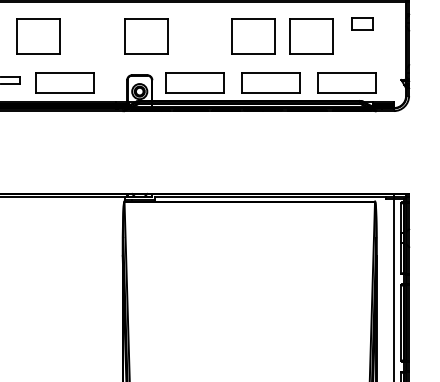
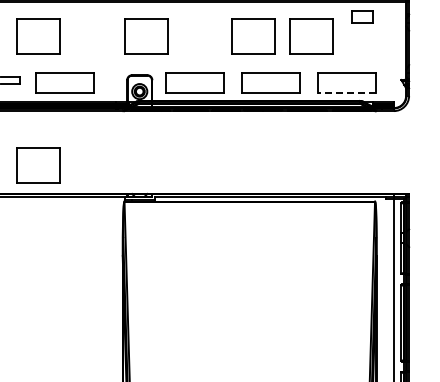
part at (362, 23) position: (362, 23) -> (362, 16)
line at (346, 93): solid -> dashed
part at (38, 165): none -> present
